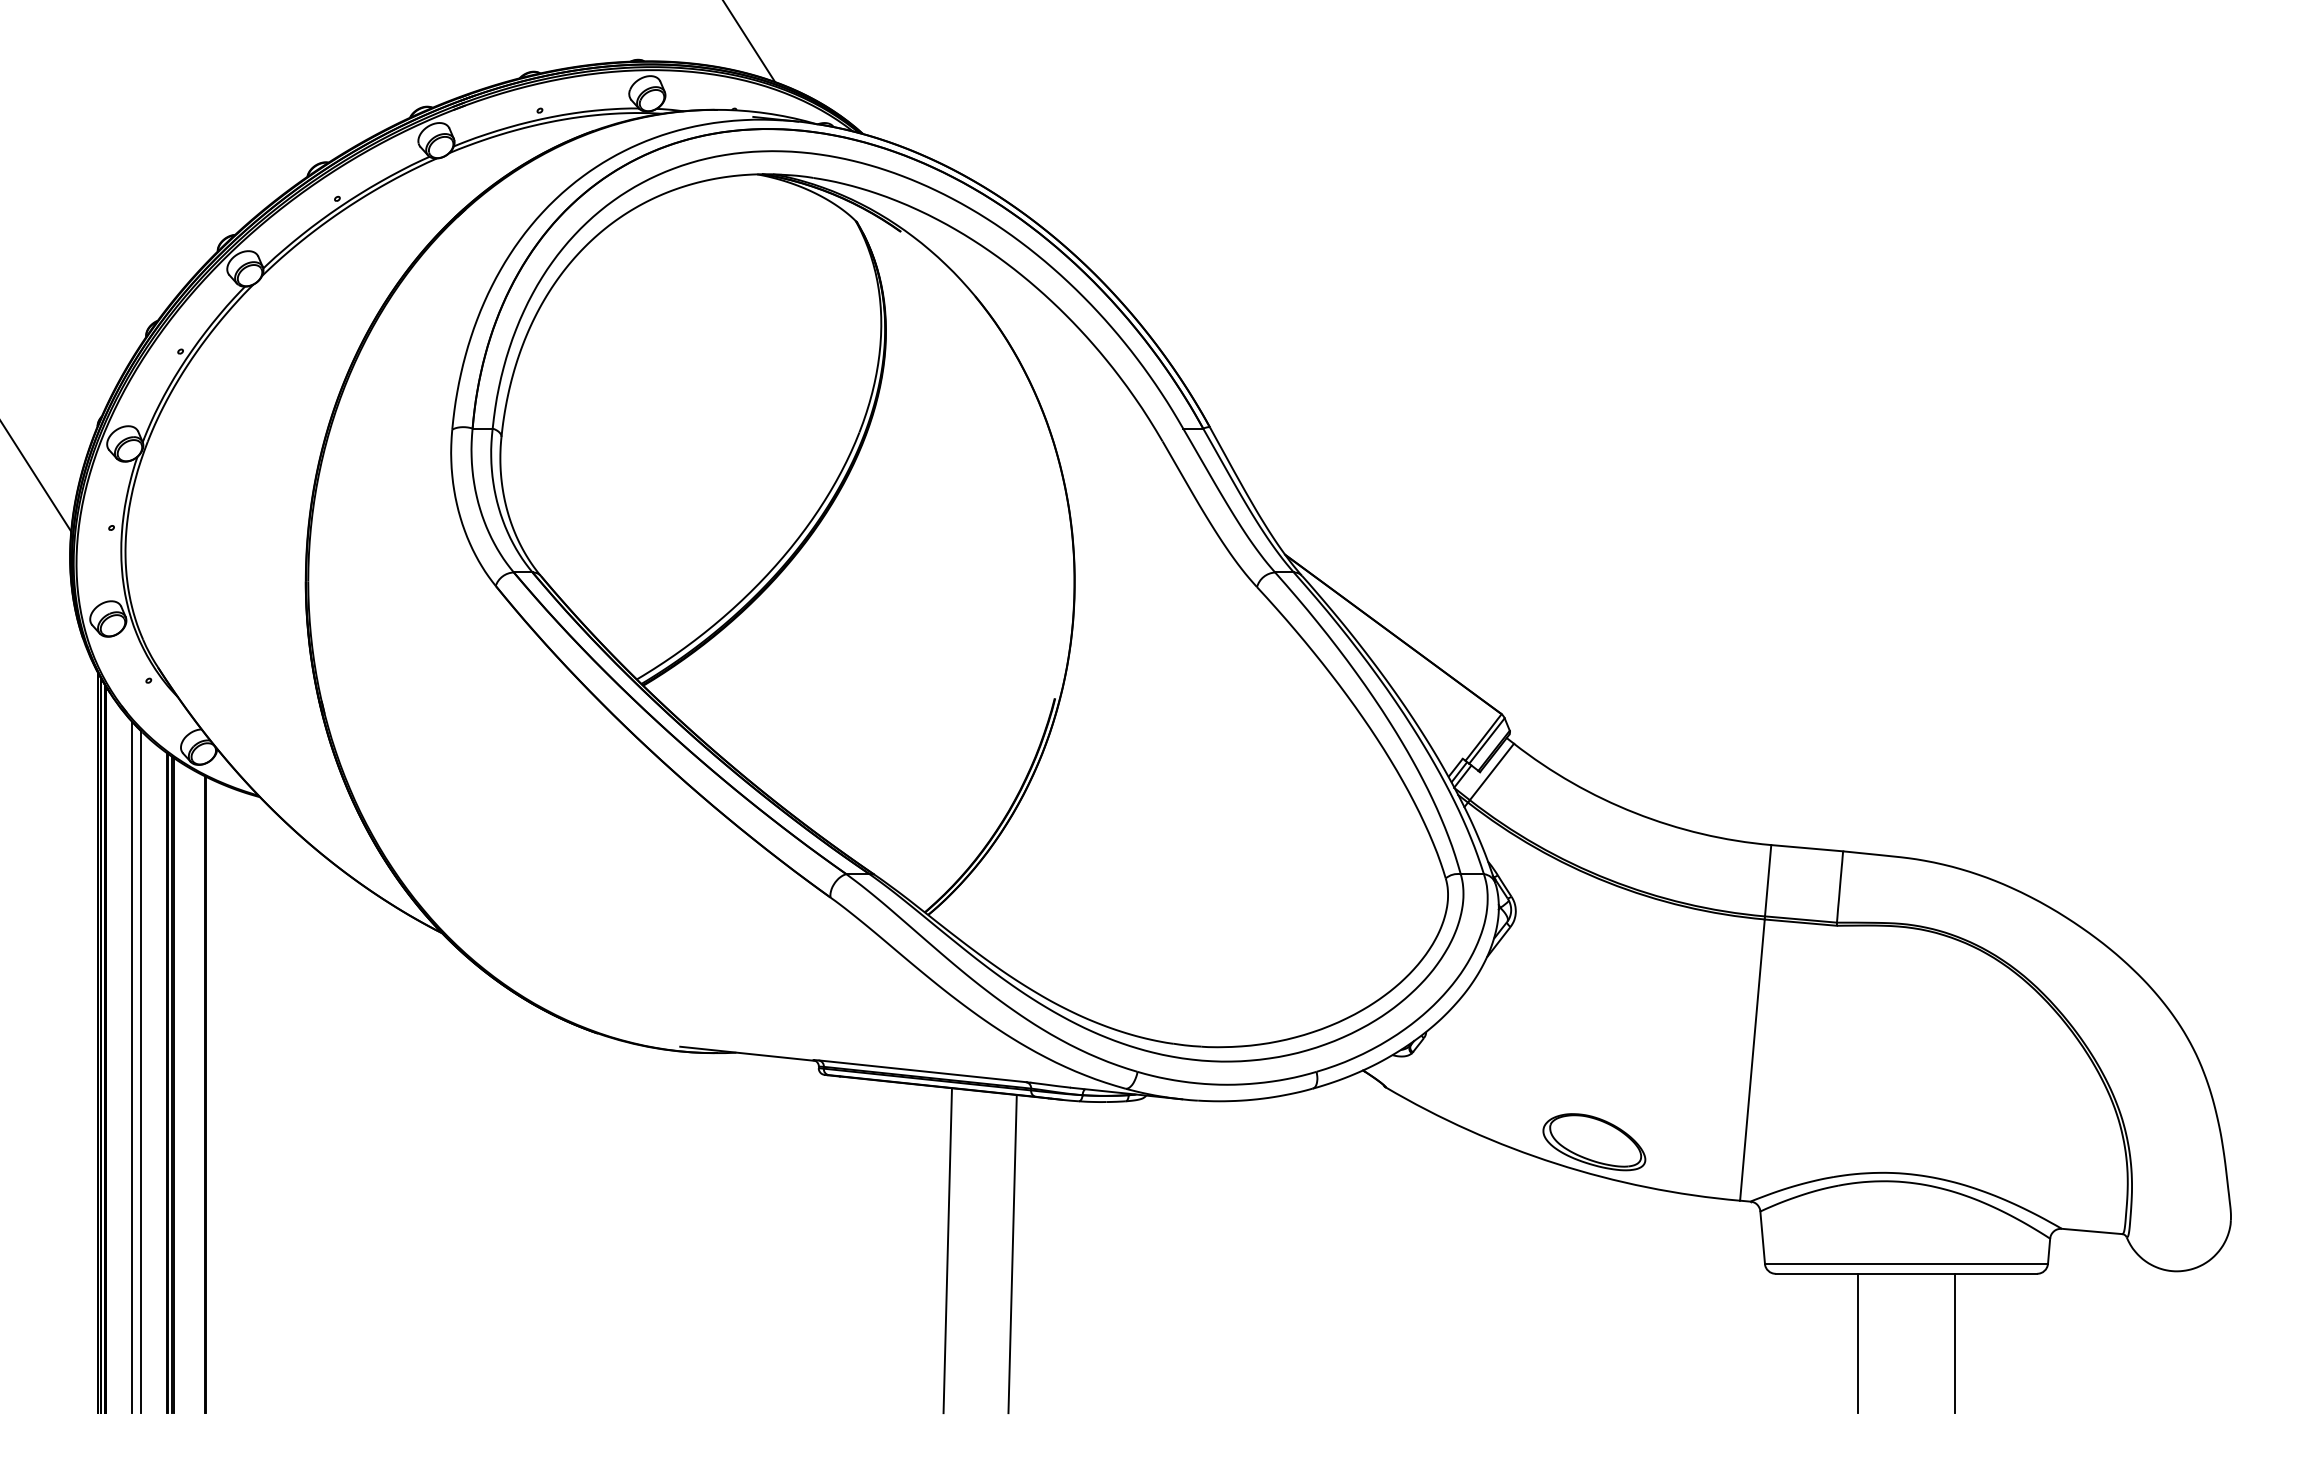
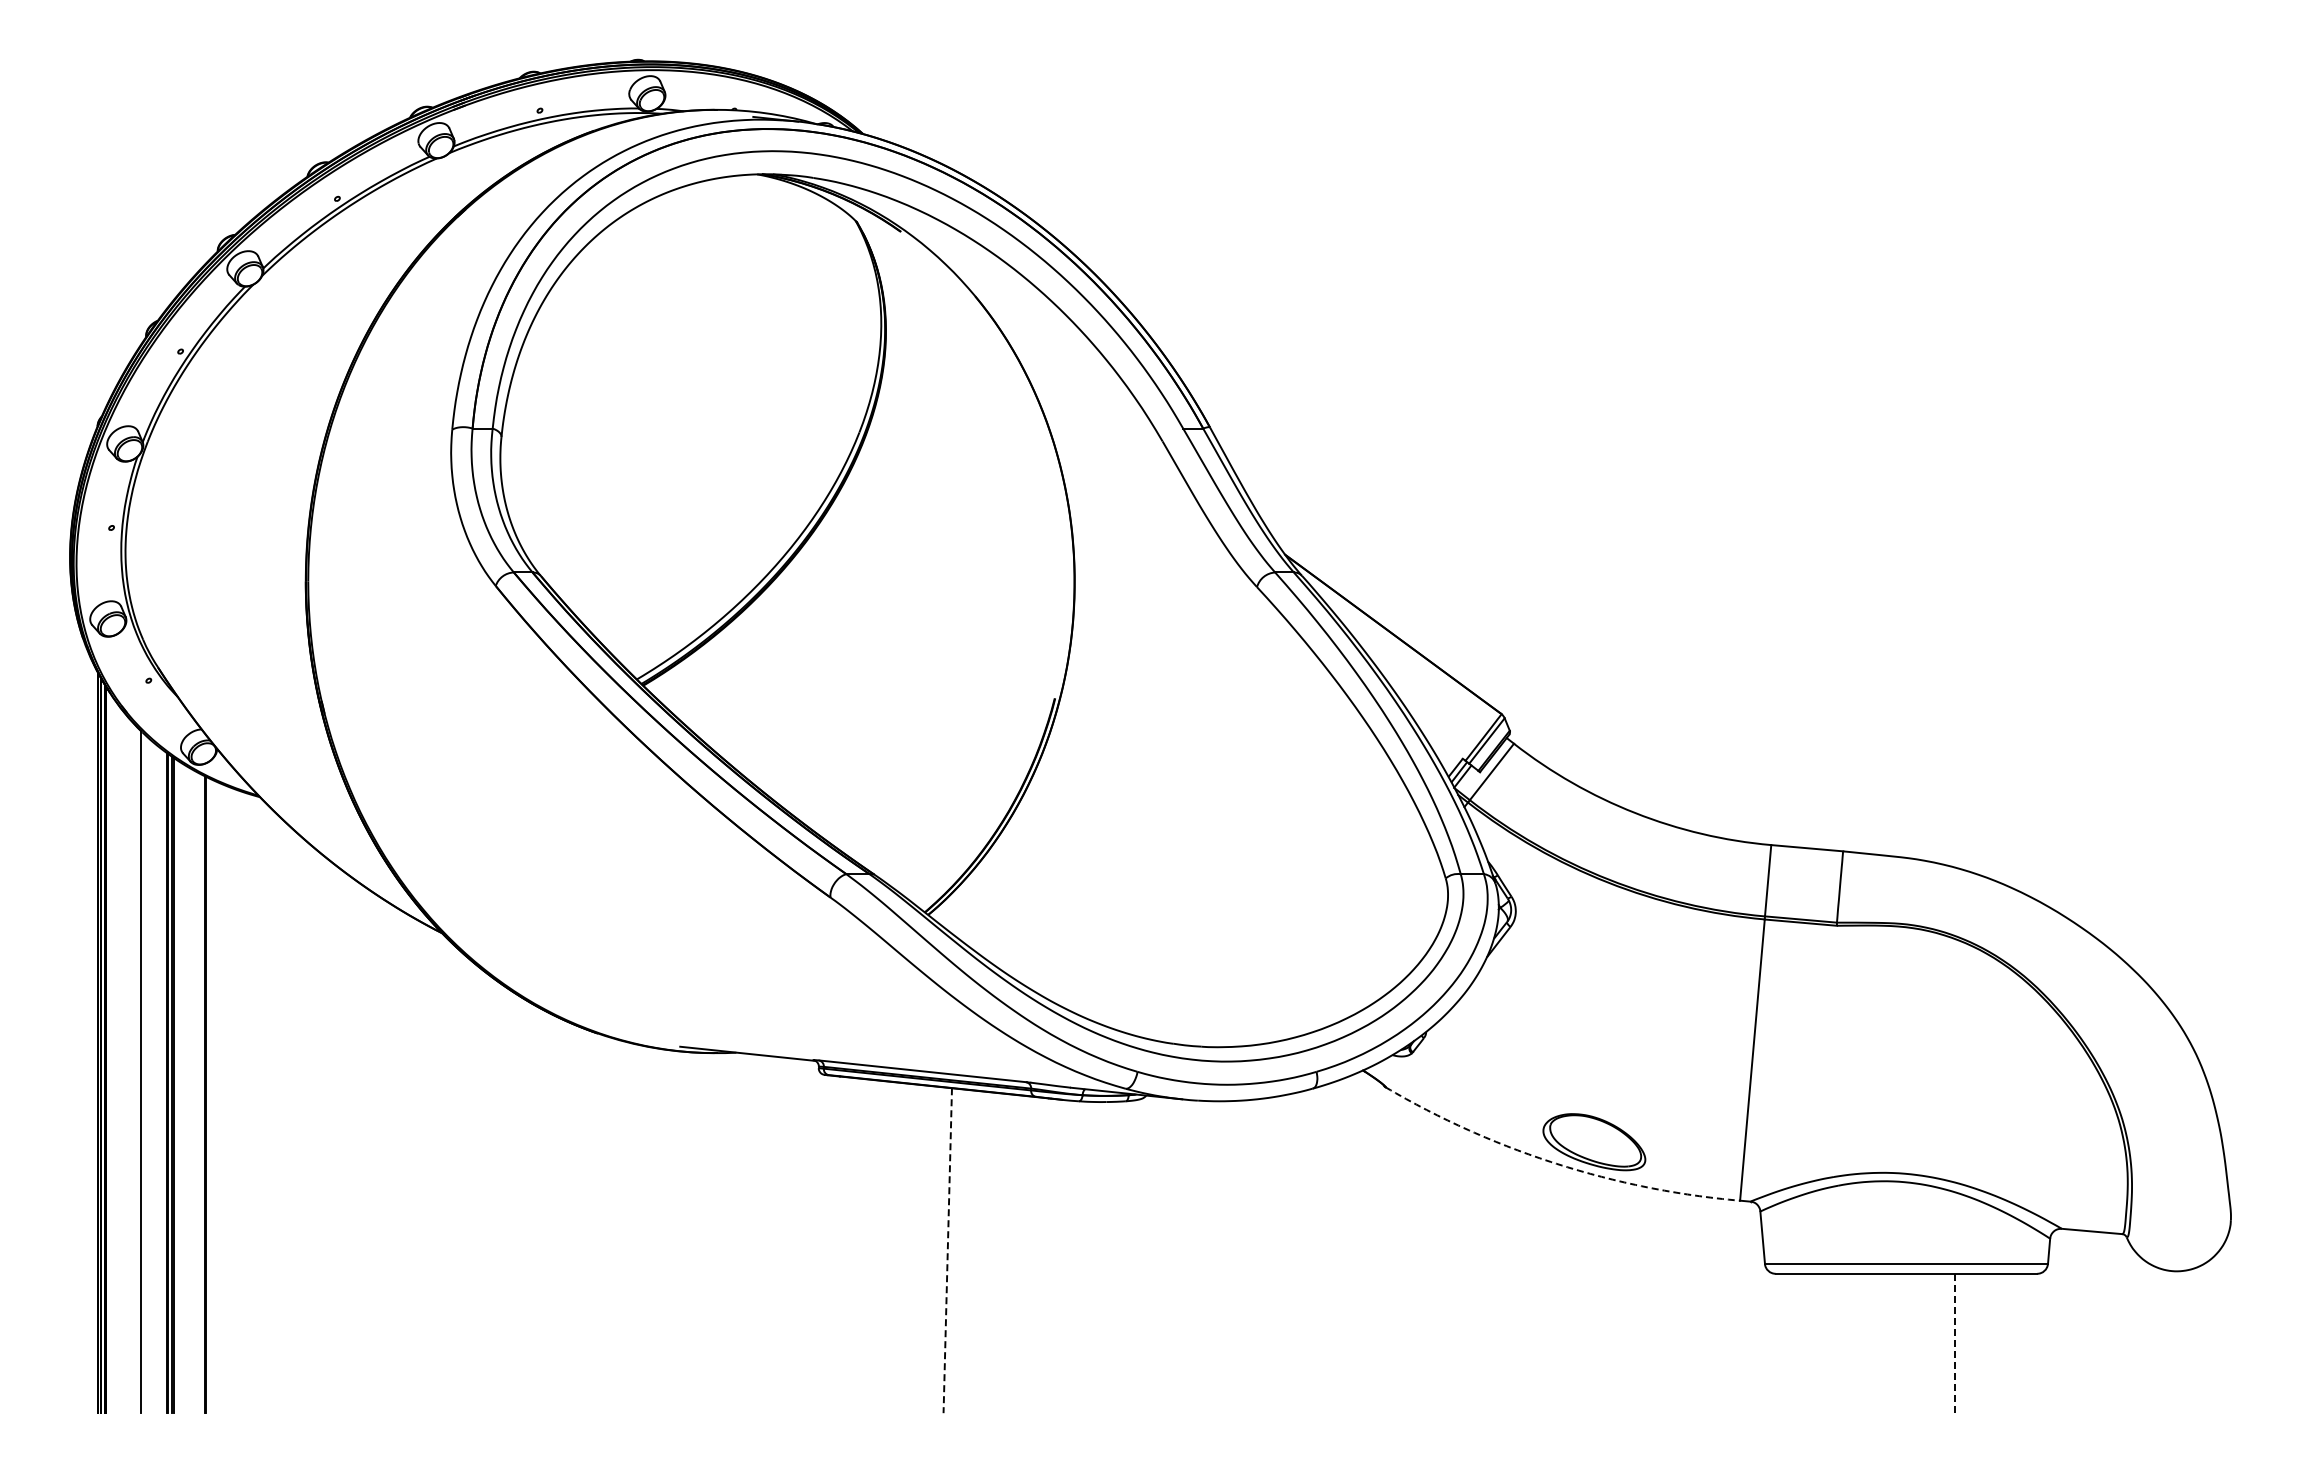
line at (749, 42): present -> none
line at (36, 477): present -> none
line at (132, 1067): present -> none
arc at (1556, 1163): solid -> dashed
line at (947, 1251): solid -> dashed
line at (1012, 1254): present -> none
line at (1857, 1343): present -> none
line at (1955, 1343): solid -> dashed
